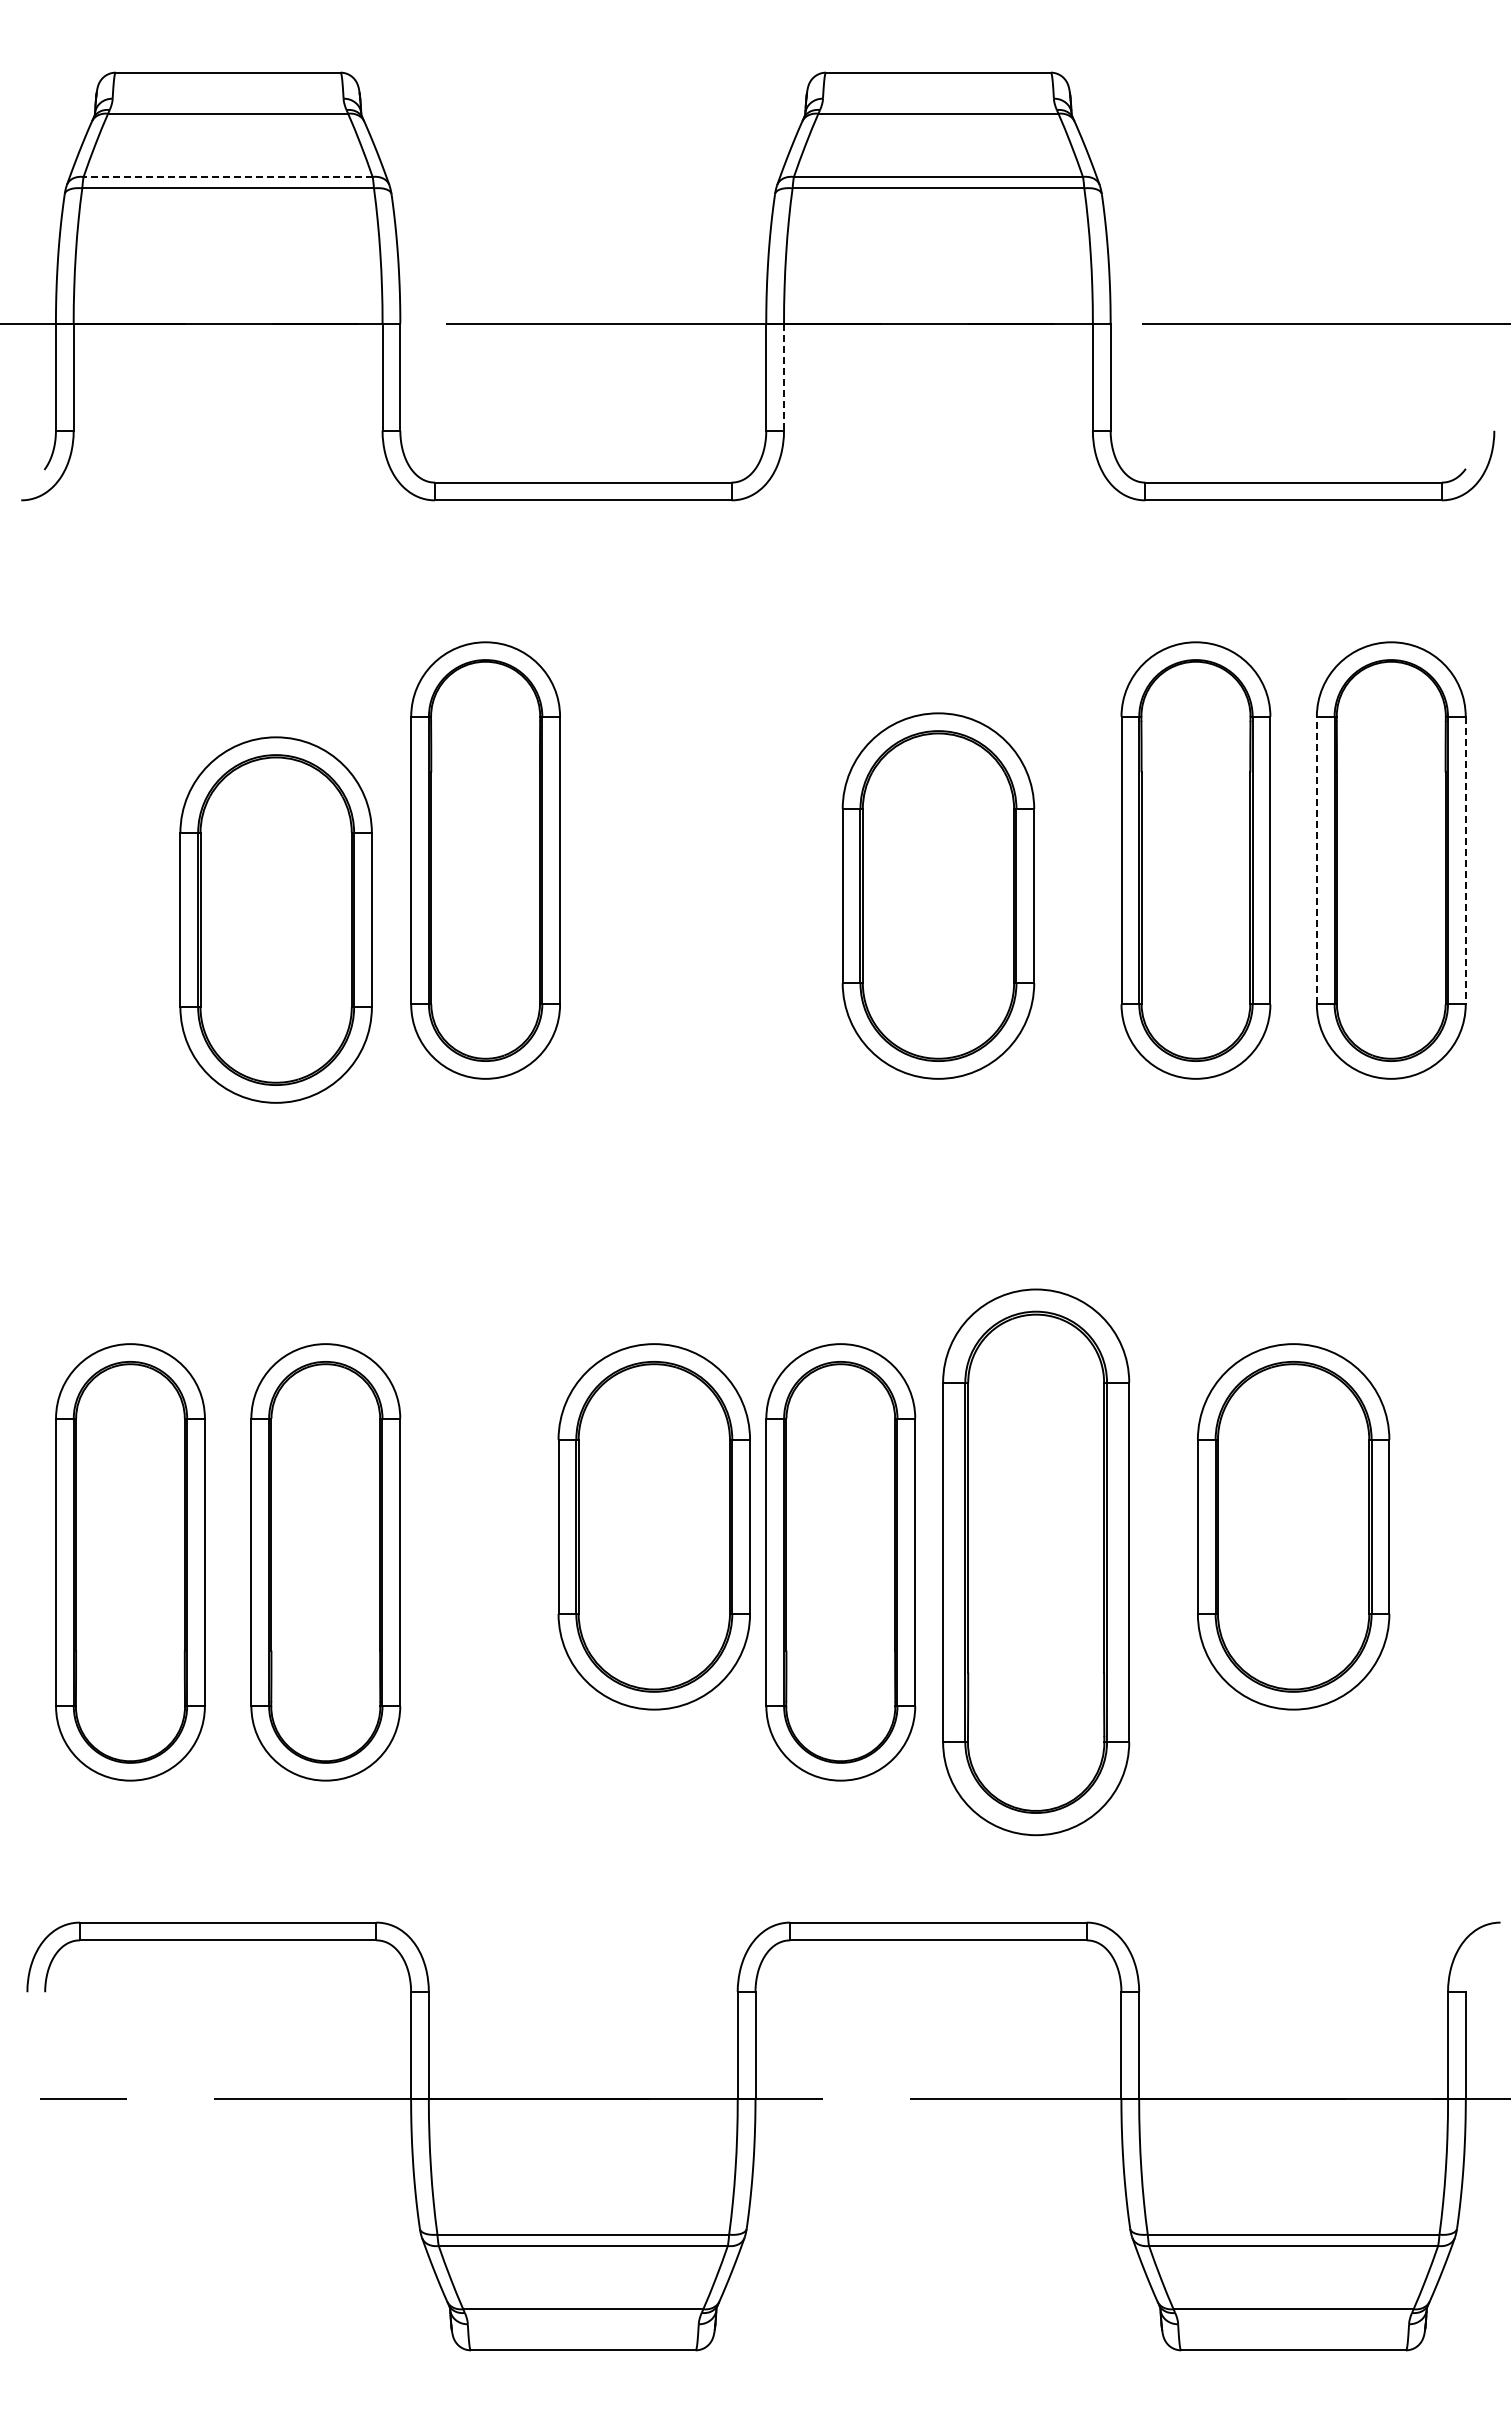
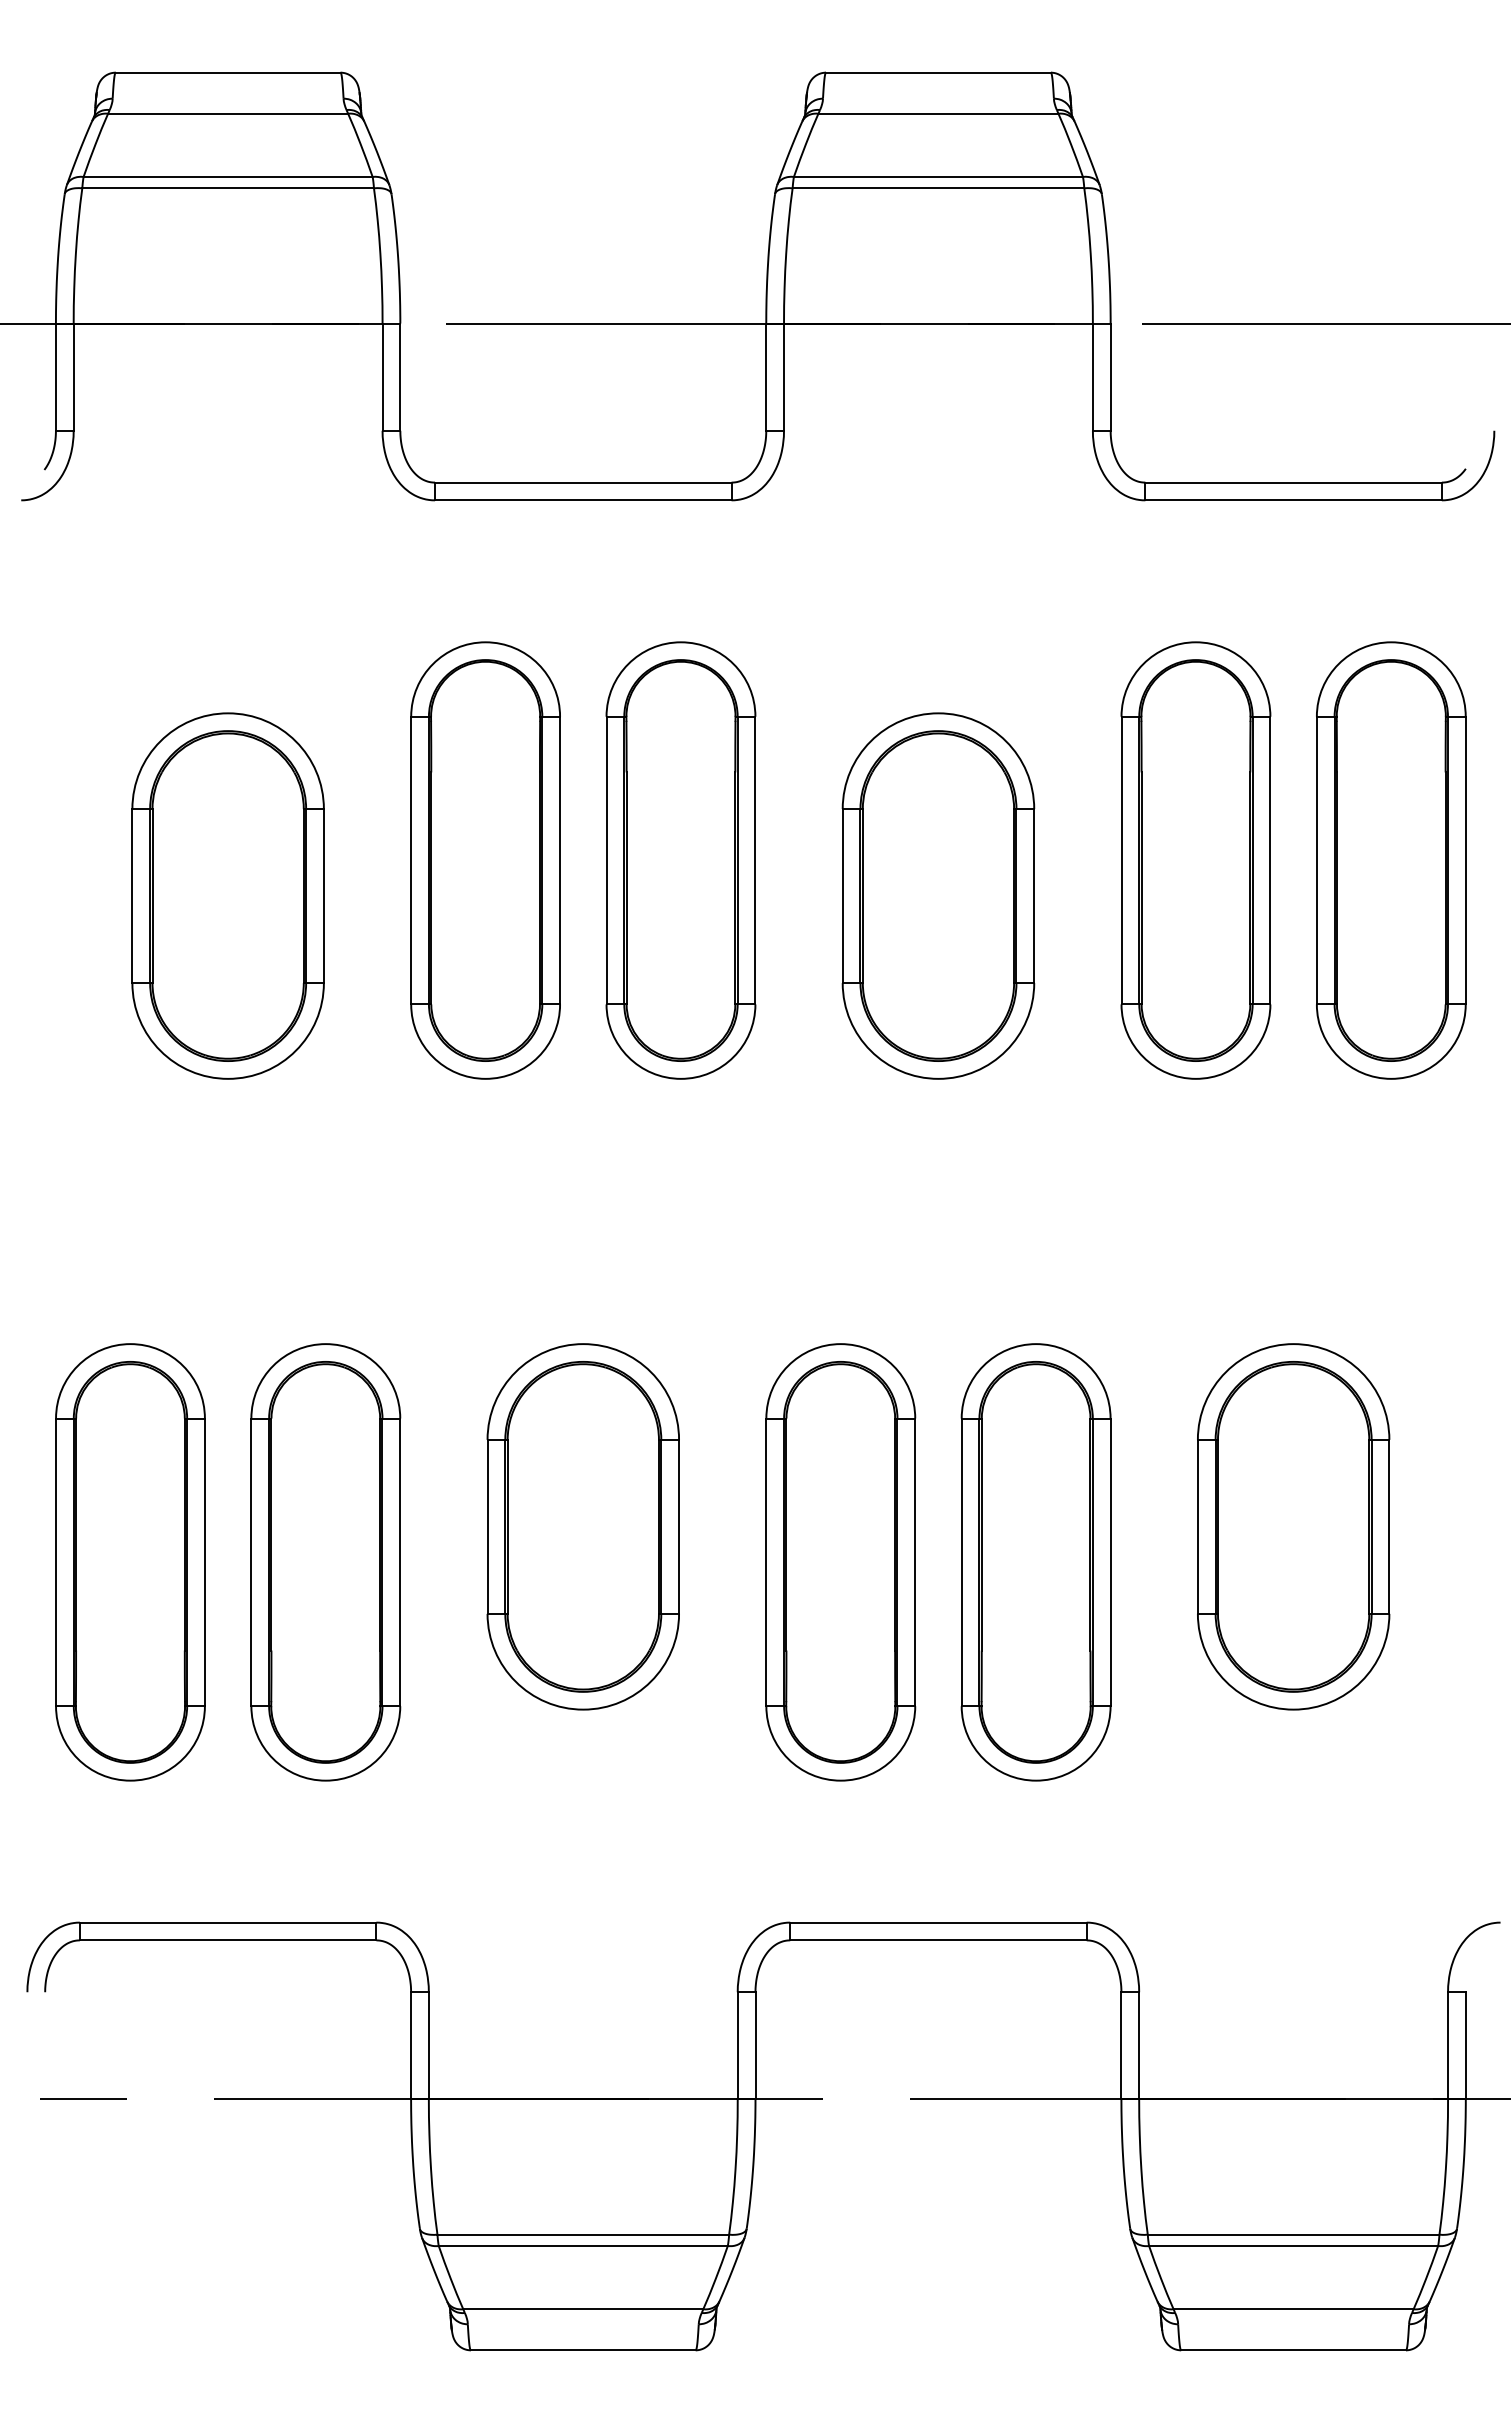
line at (228, 176): dashed -> solid
line at (784, 377): dashed -> solid
part at (680, 860): none -> present
line at (1316, 860): dashed -> solid
line at (1465, 860): dashed -> solid
part at (275, 919) position: (275, 919) -> (227, 895)
part at (653, 1526) position: (653, 1526) -> (582, 1526)
part at (1036, 1562) size: 189x549 px -> 152x439 px
